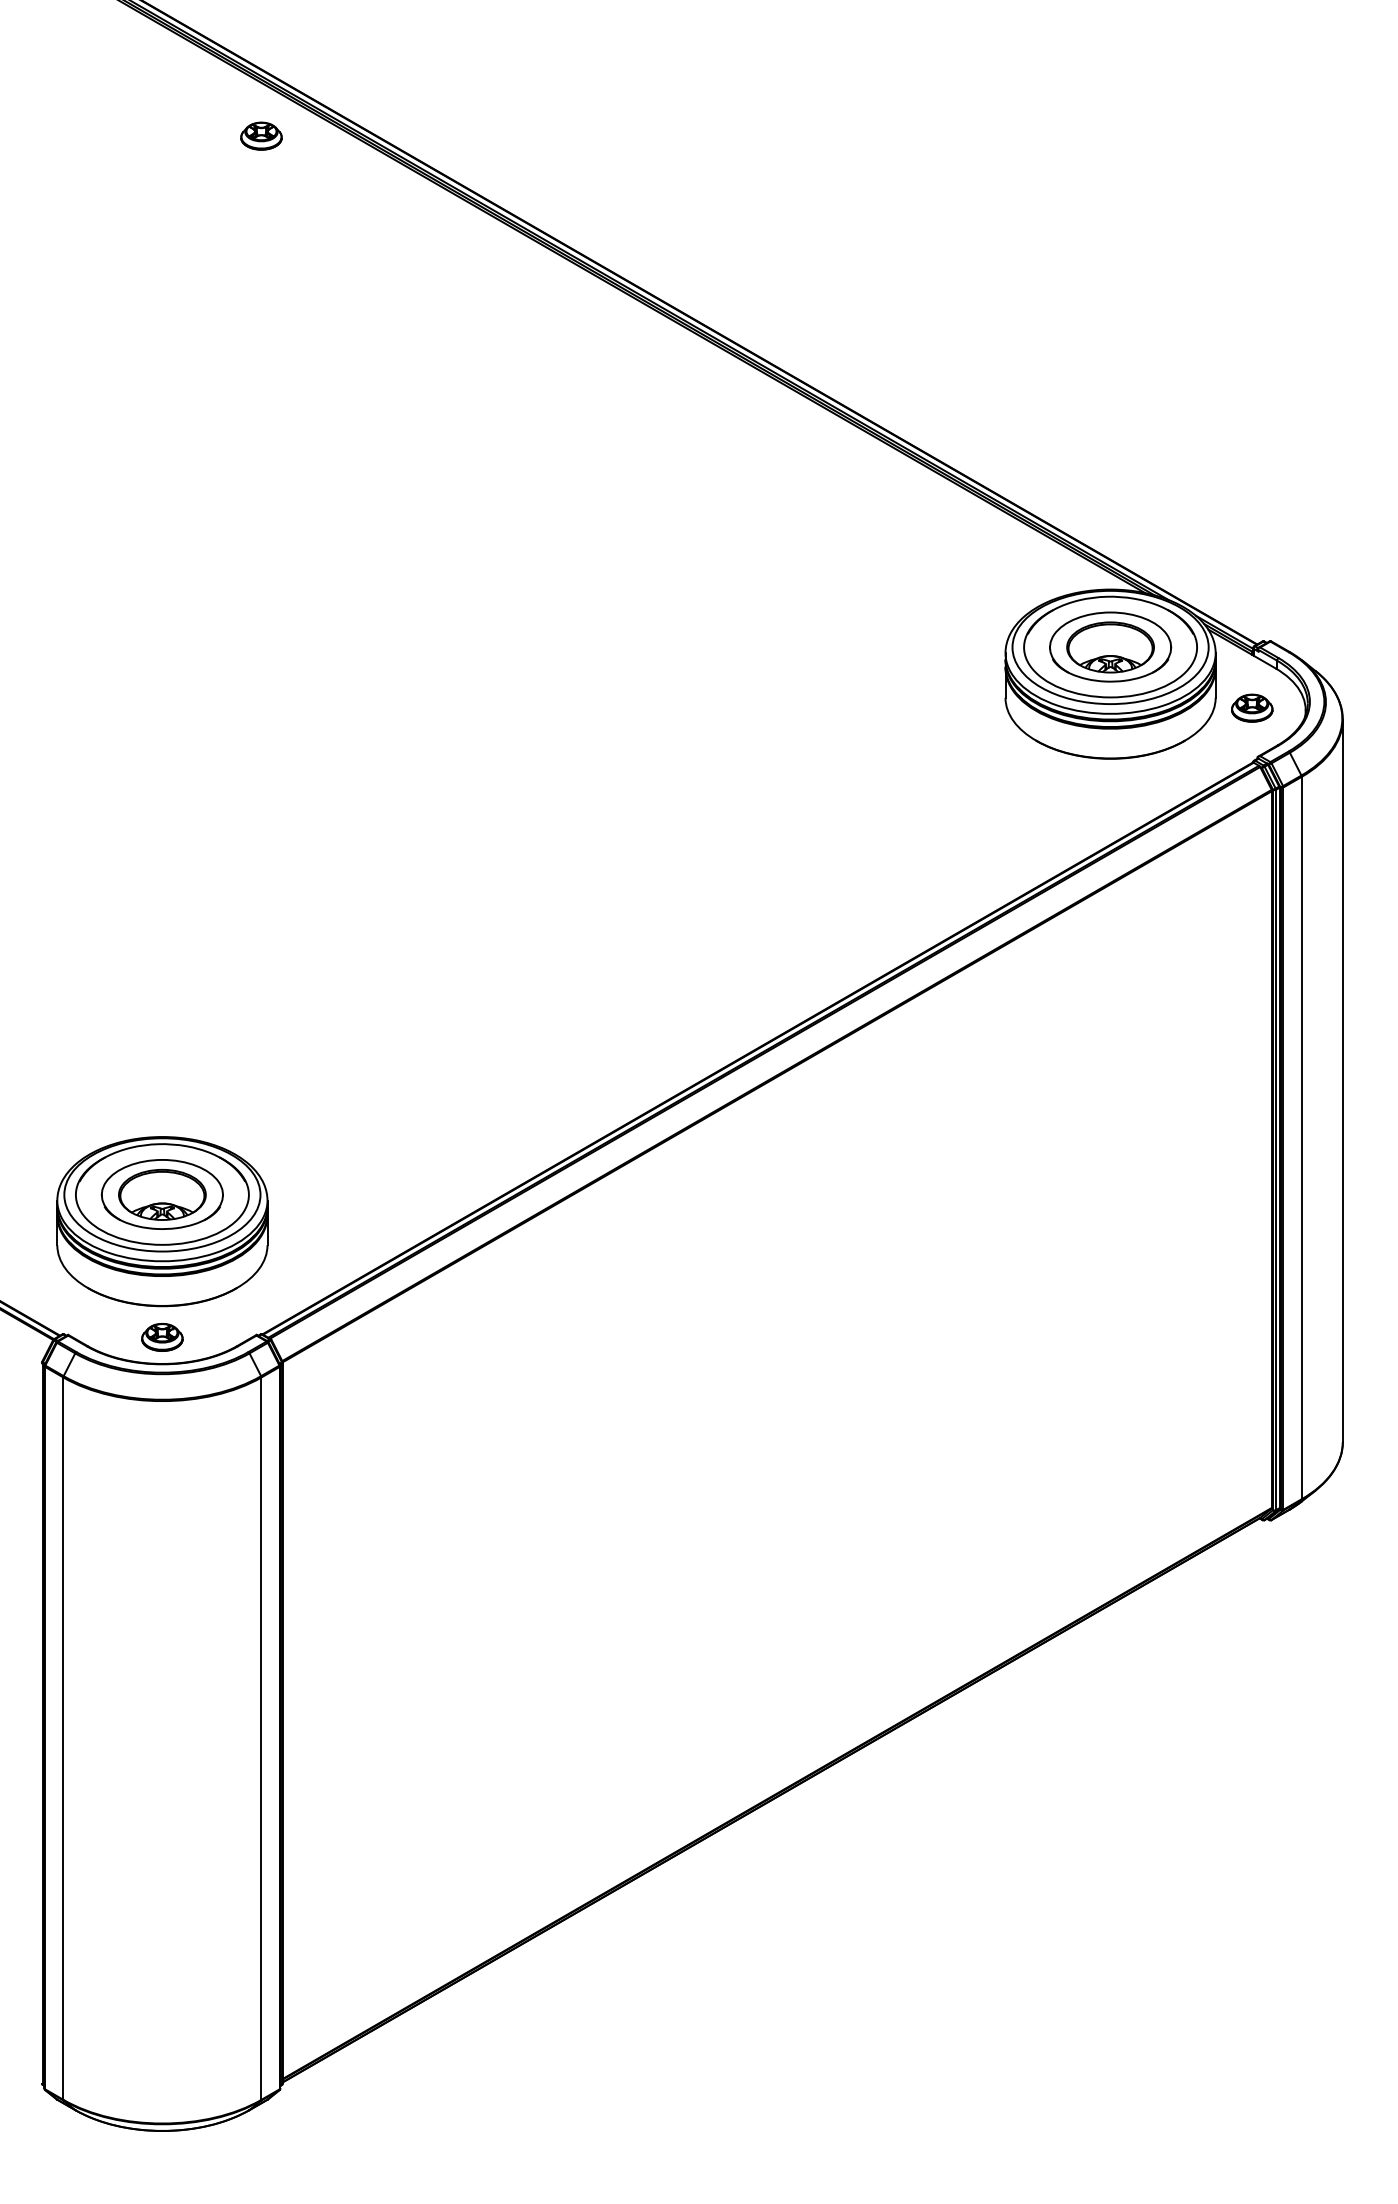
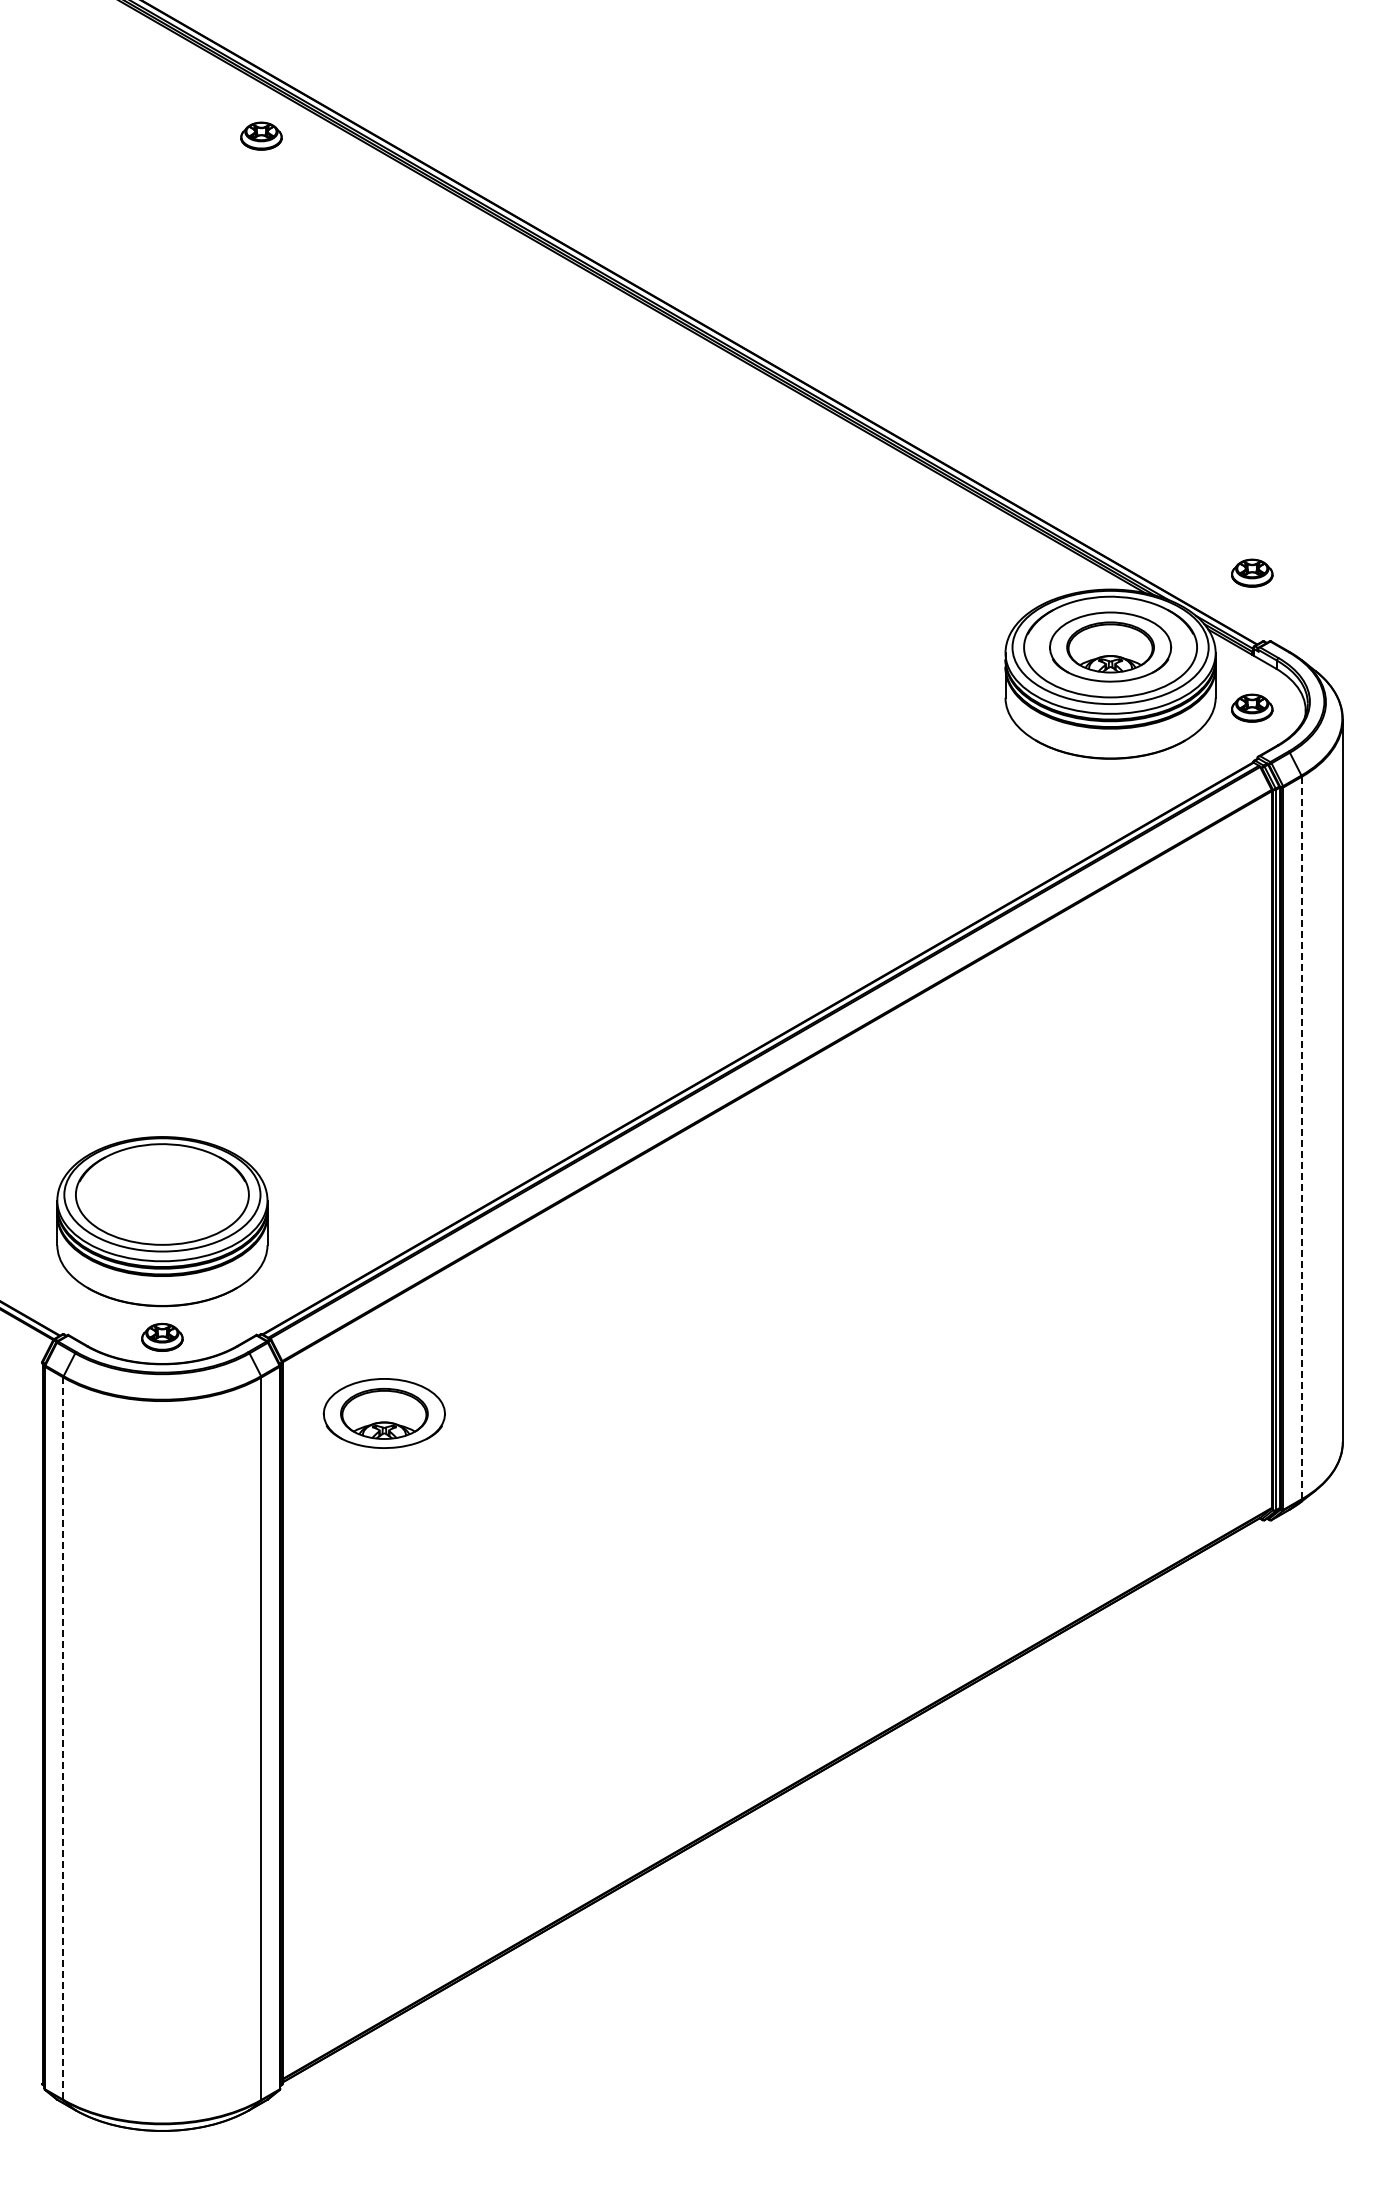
part at (1252, 572): none -> present
line at (1301, 1138): solid -> dashed
part at (161, 1194) position: (161, 1194) -> (383, 1413)
line at (63, 1739): solid -> dashed
